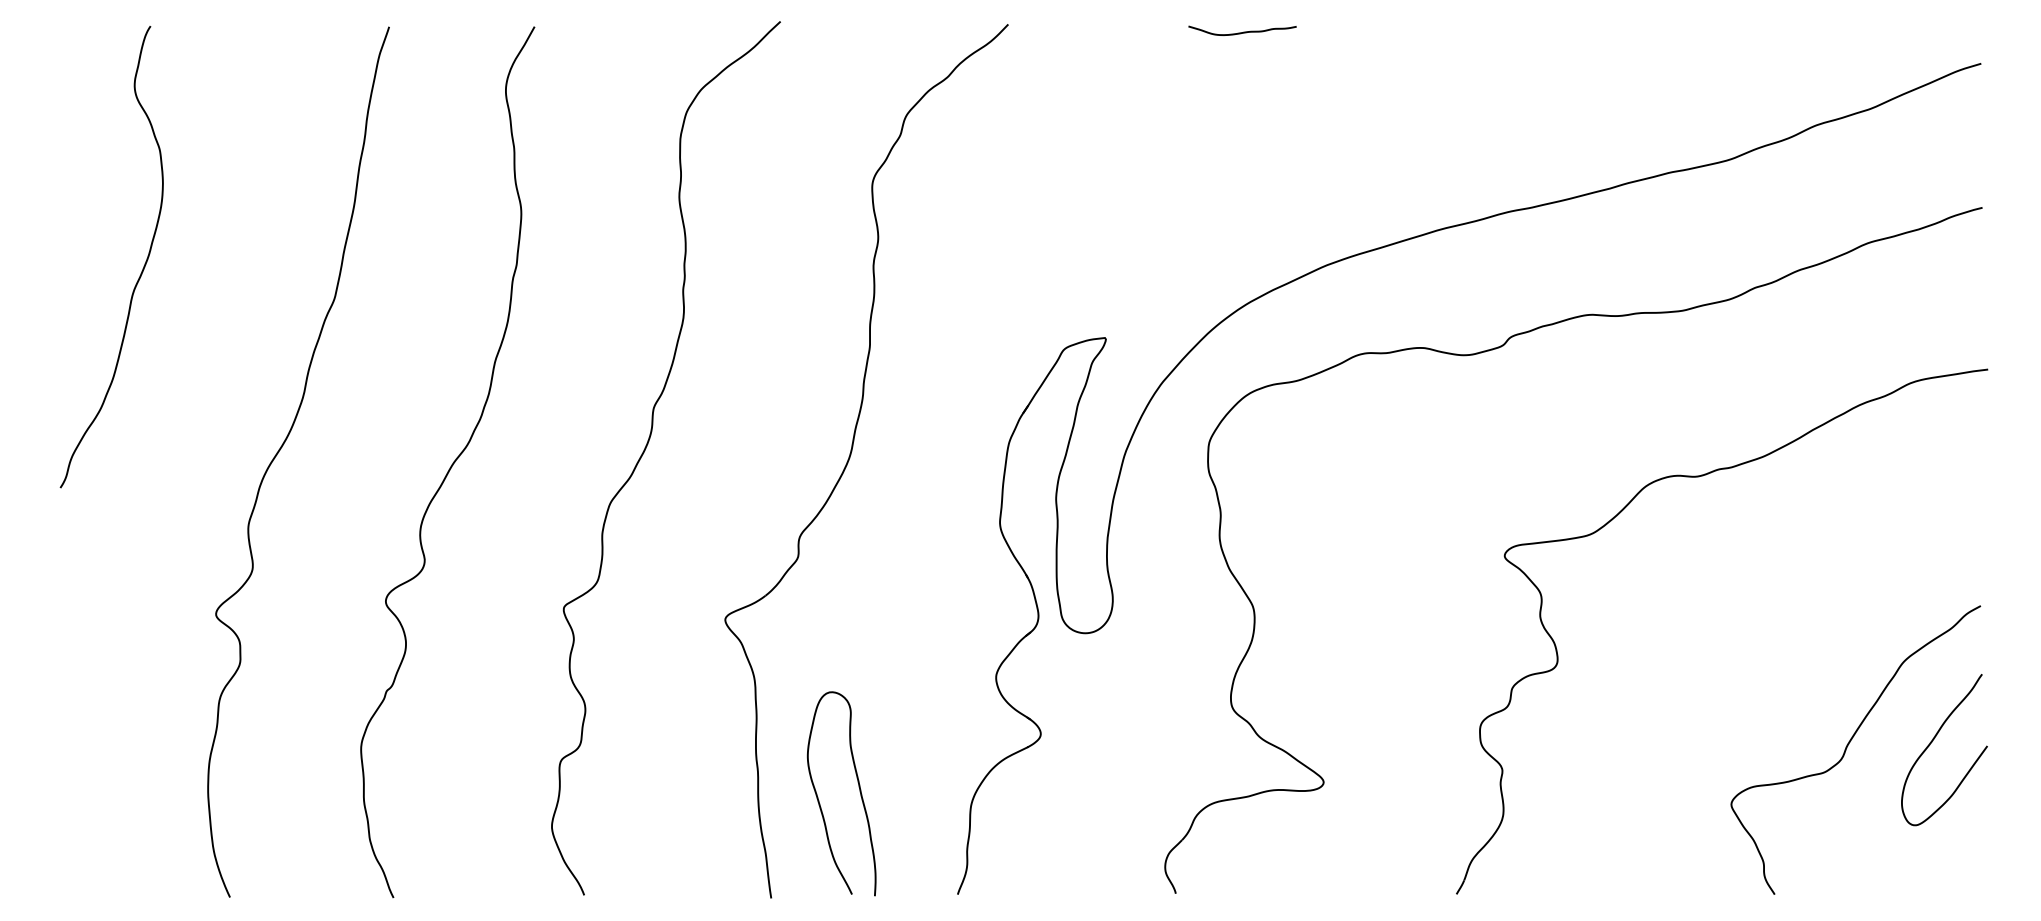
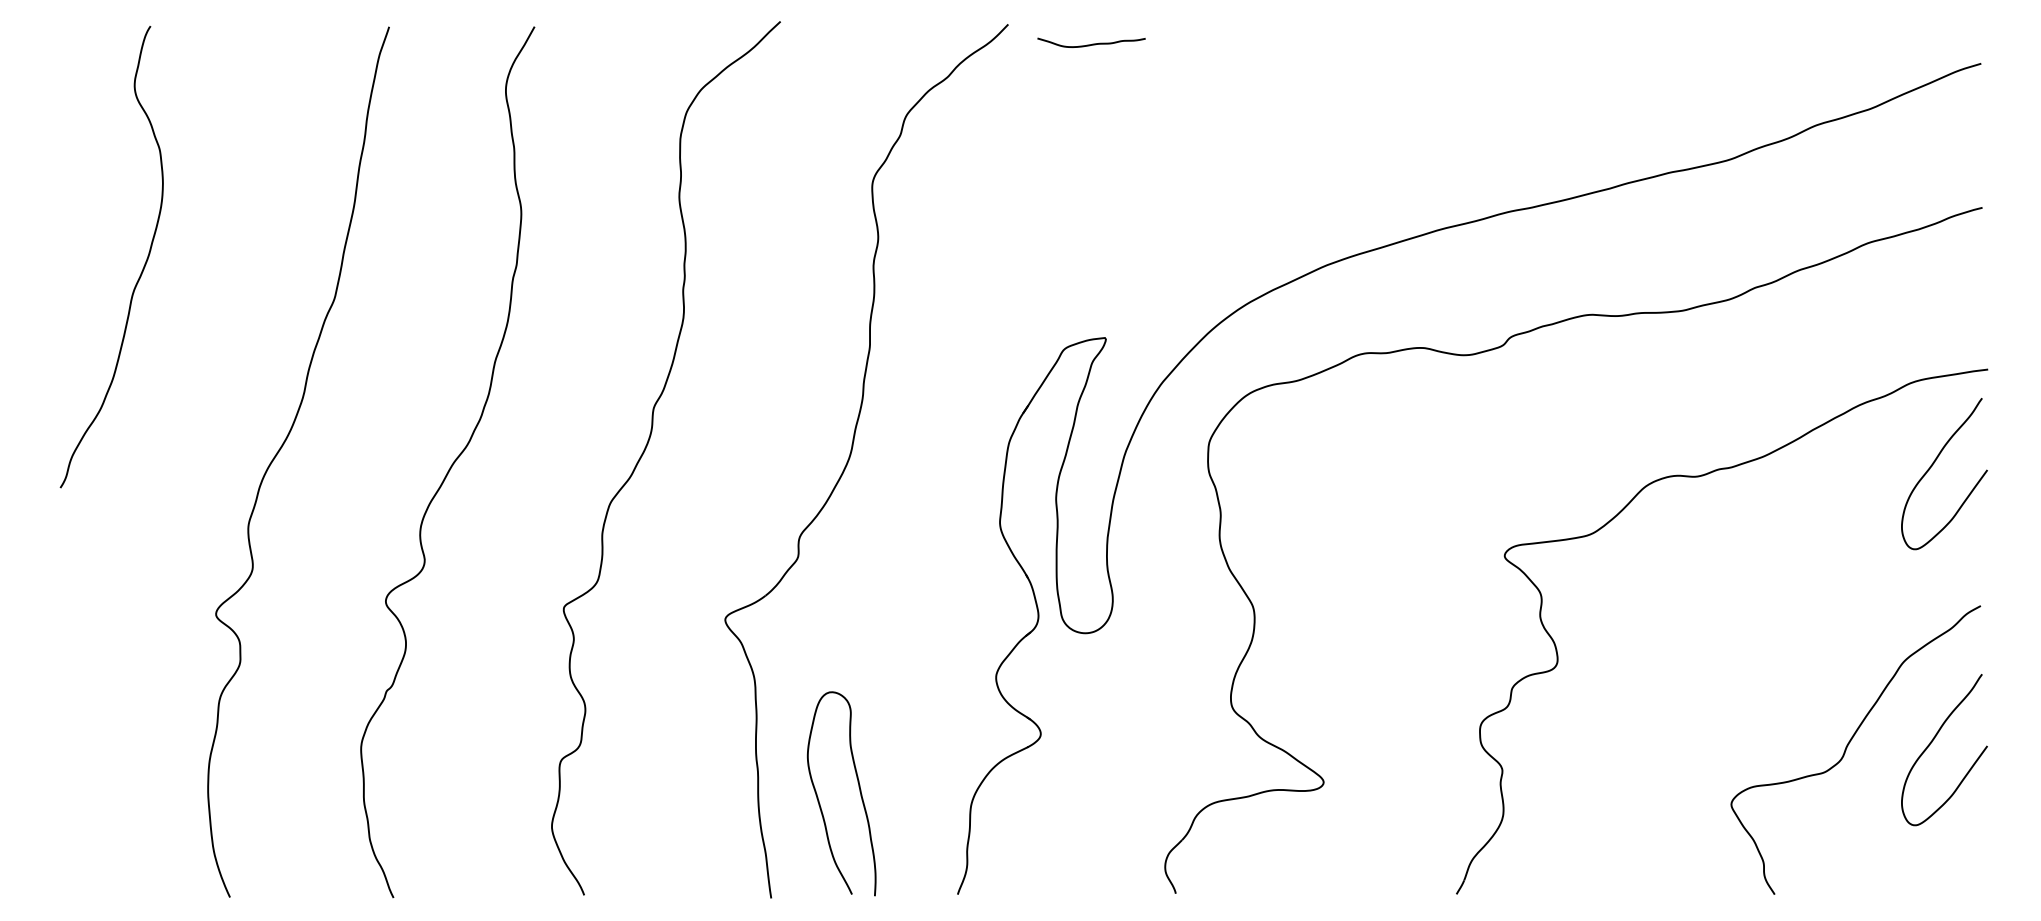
curve at (1243, 31) position: (1243, 31) -> (1092, 43)
curve at (1932, 466): none -> present
